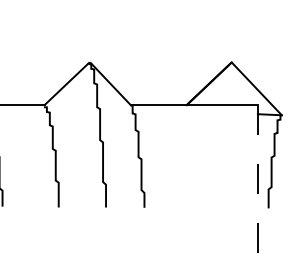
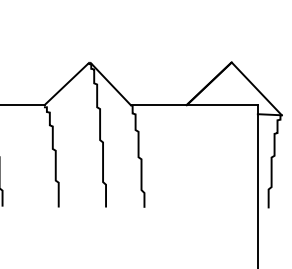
line at (257, 187): dashed -> solid
